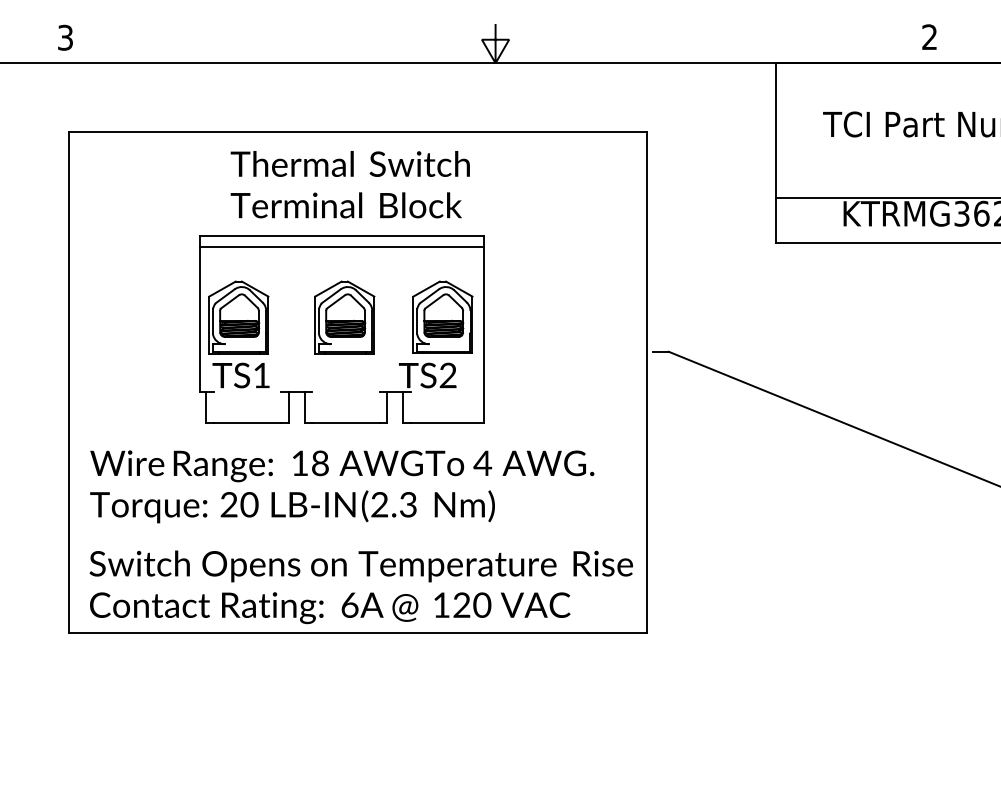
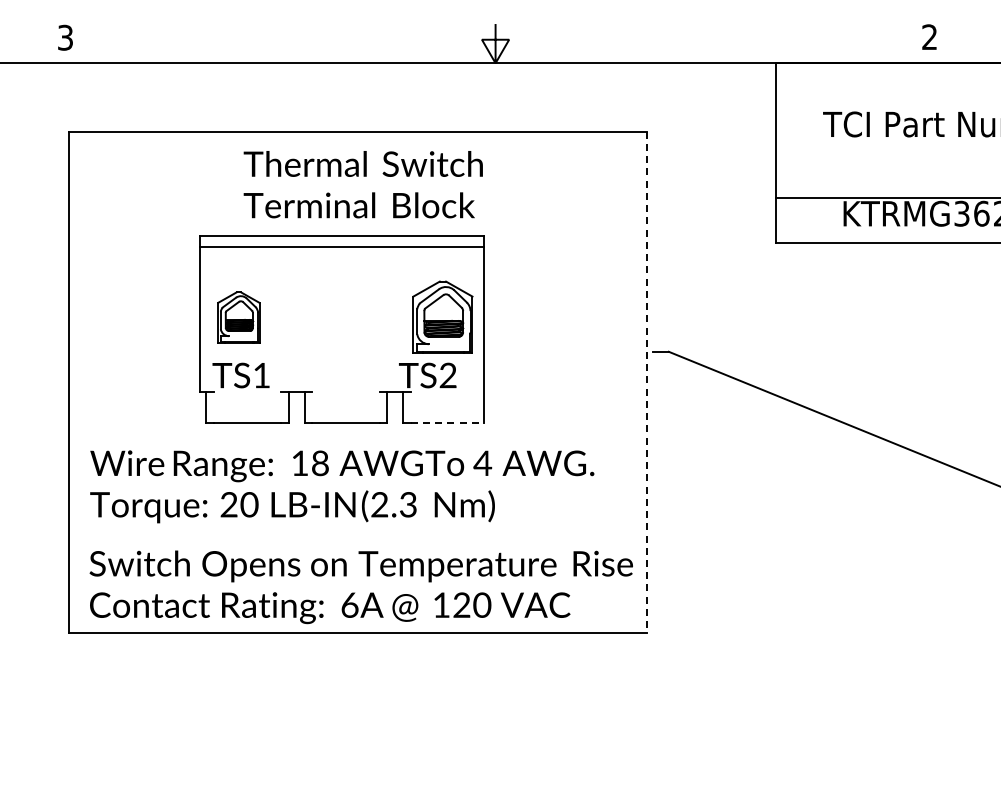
text at (349, 184) position: (349, 184) -> (362, 184)
part at (238, 317) size: 62x75 px -> 44x53 px
part at (344, 317): present -> none
line at (646, 382): solid -> dashed
line at (447, 422): solid -> dashed
